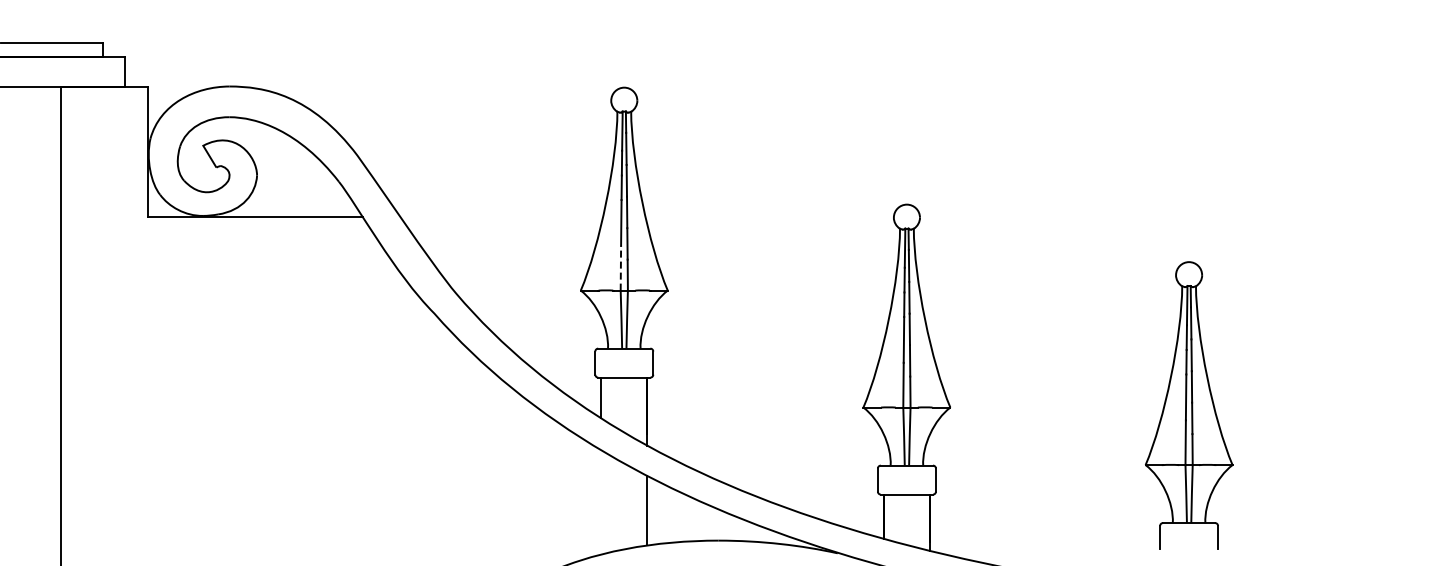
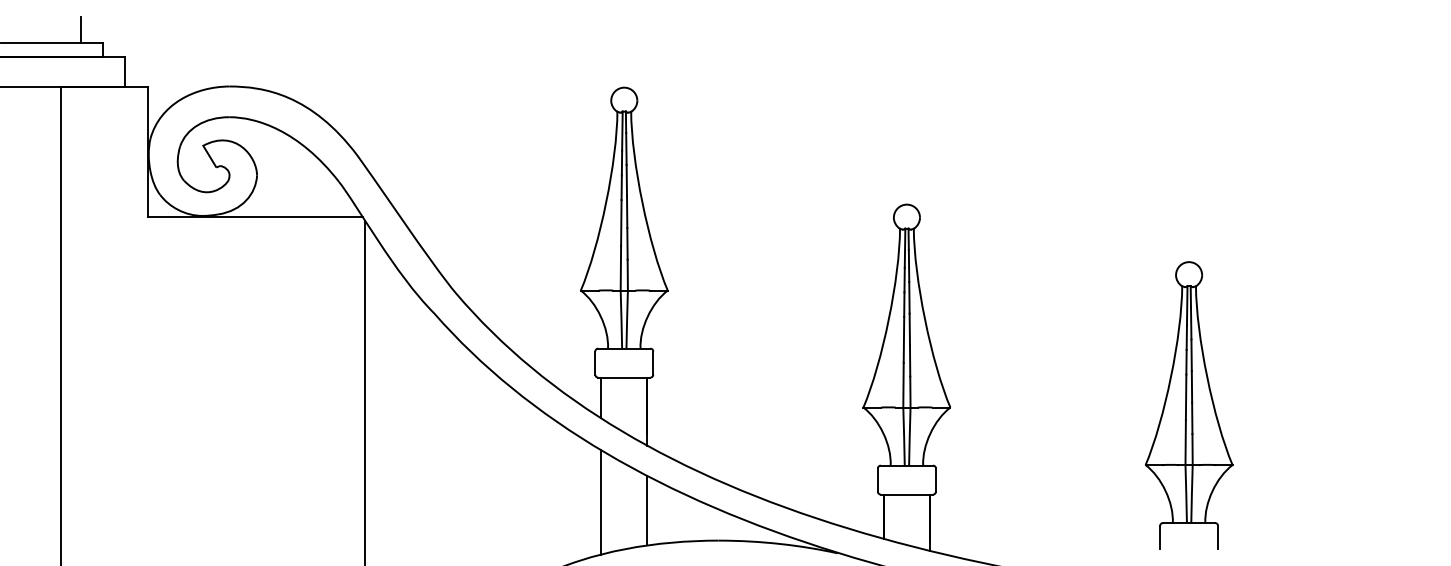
line at (81, 29): none -> present
line at (620, 267): dashed -> solid
line at (365, 391): none -> present
line at (601, 502): none -> present
